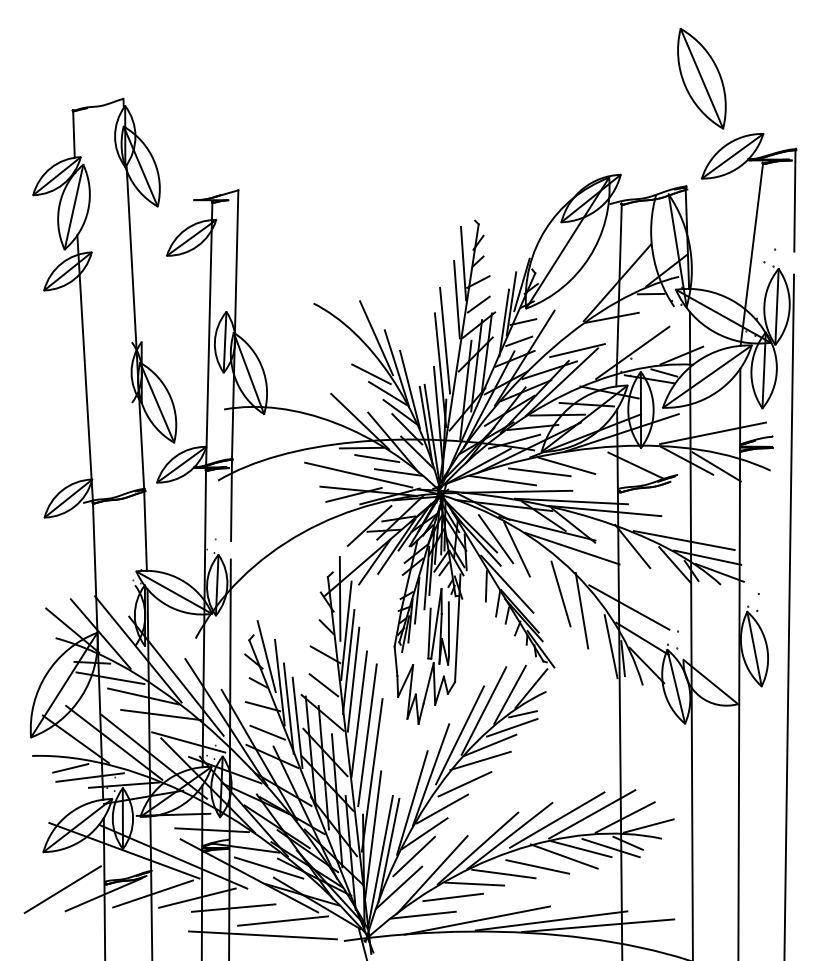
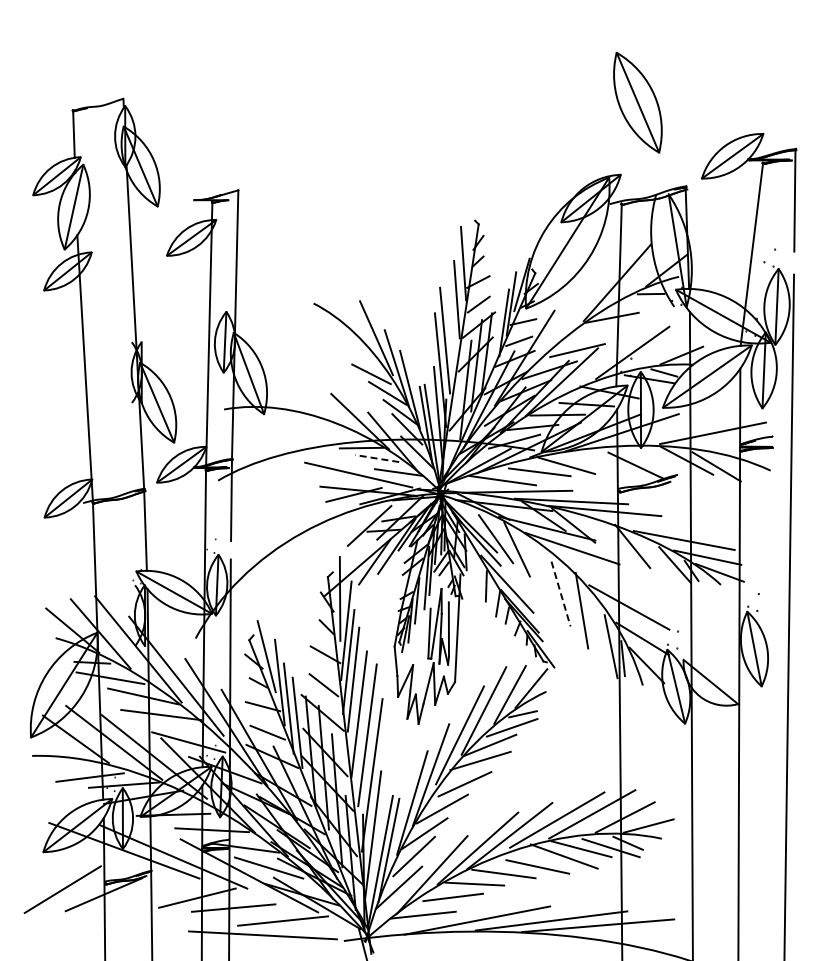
part at (701, 78) position: (701, 78) -> (637, 102)
line at (376, 458): solid -> dashed
line at (561, 594): solid -> dashed
line at (70, 768): present -> none
line at (152, 893): present -> none
